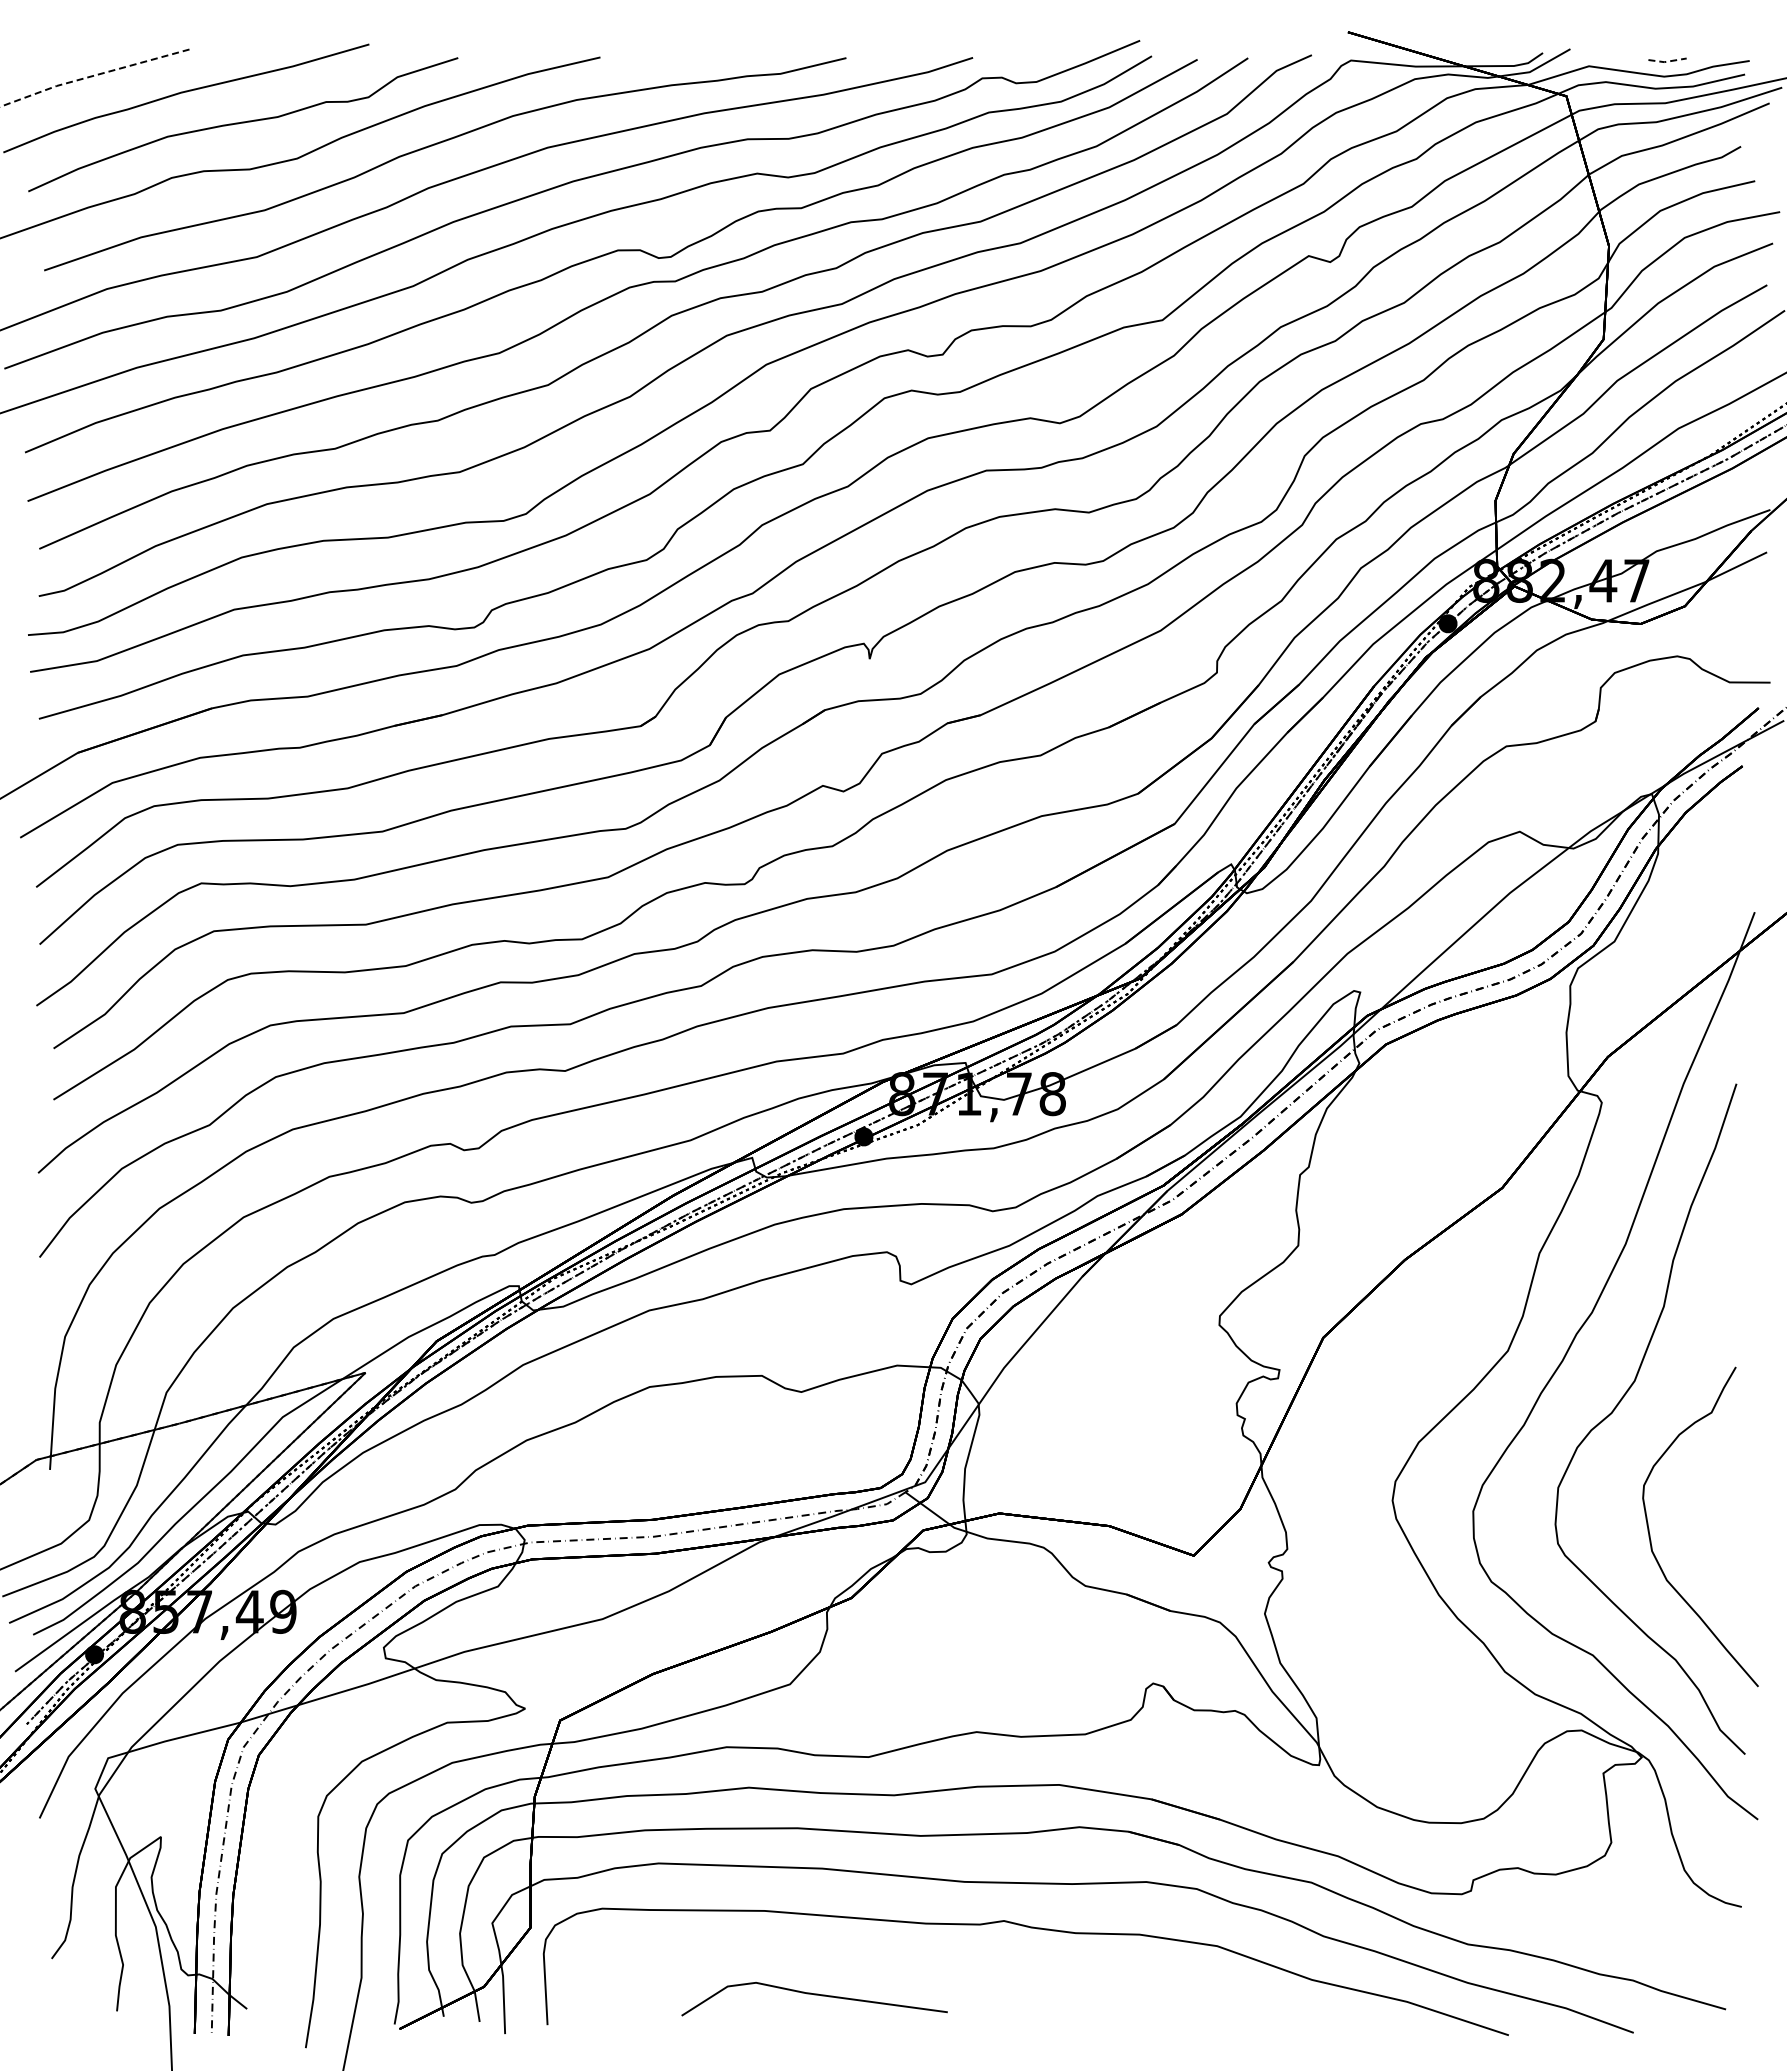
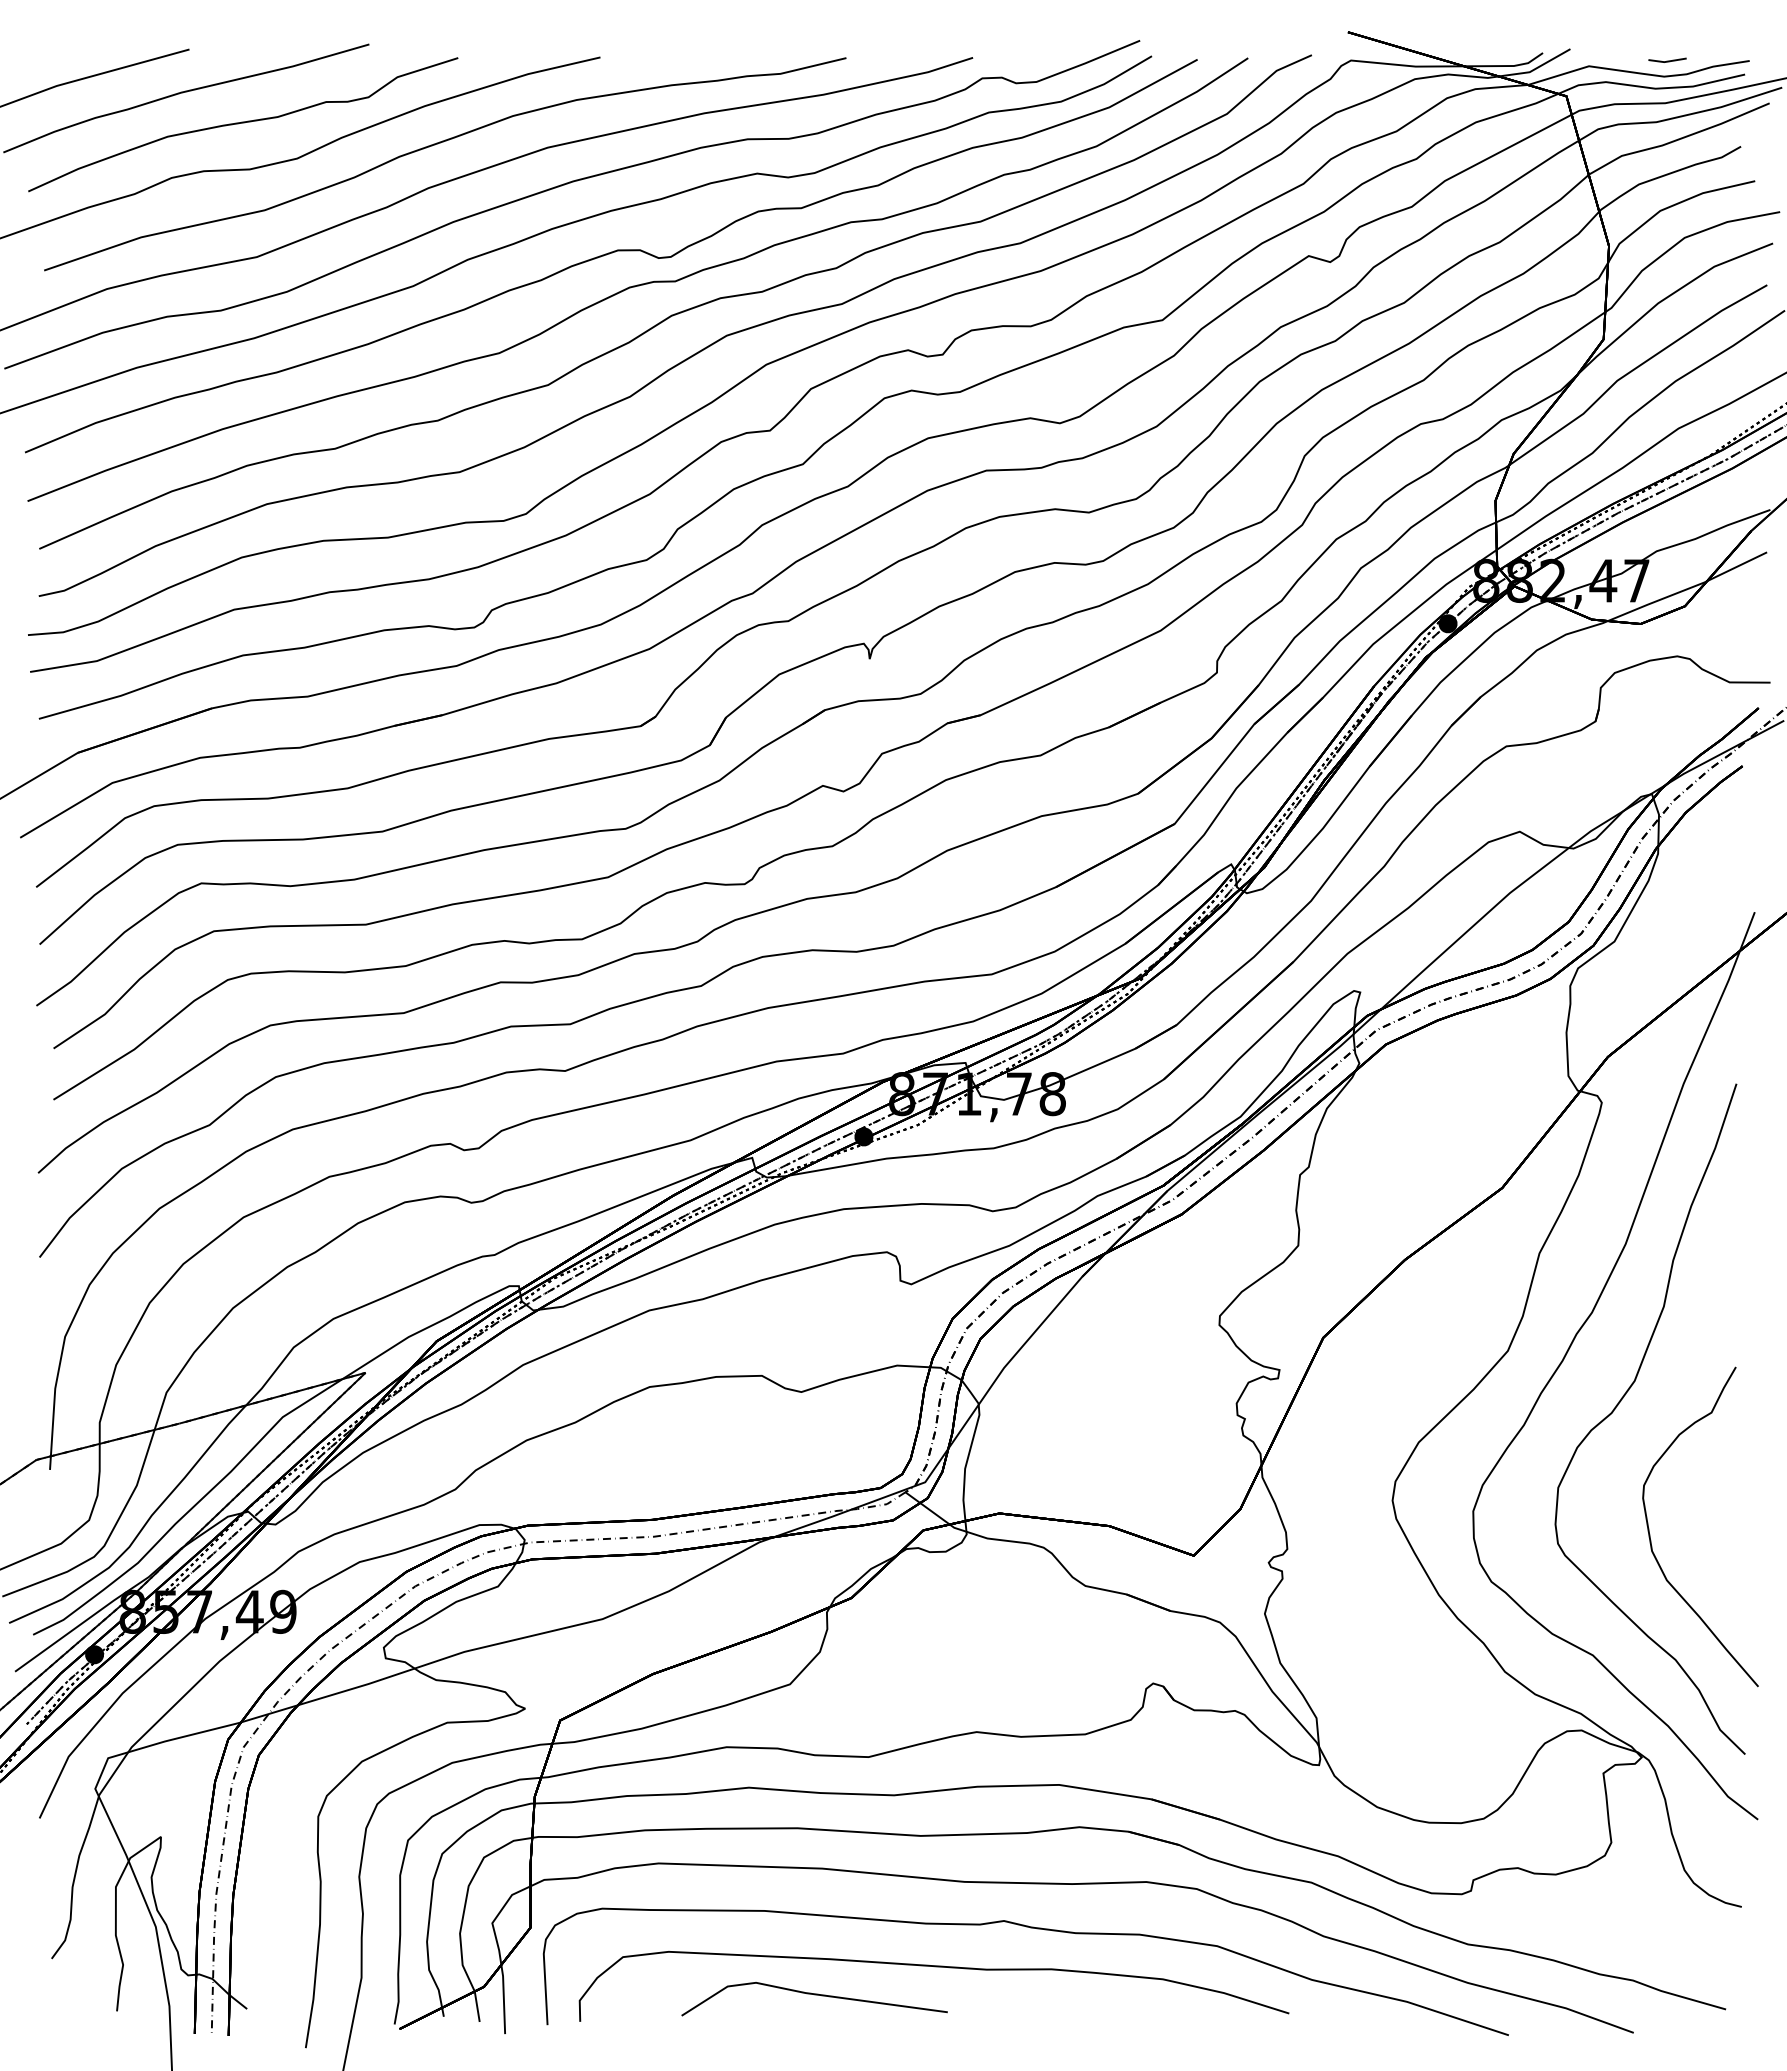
line at (1667, 61): dashed -> solid
line at (93, 75): dashed -> solid
curve at (934, 1967): none -> present
